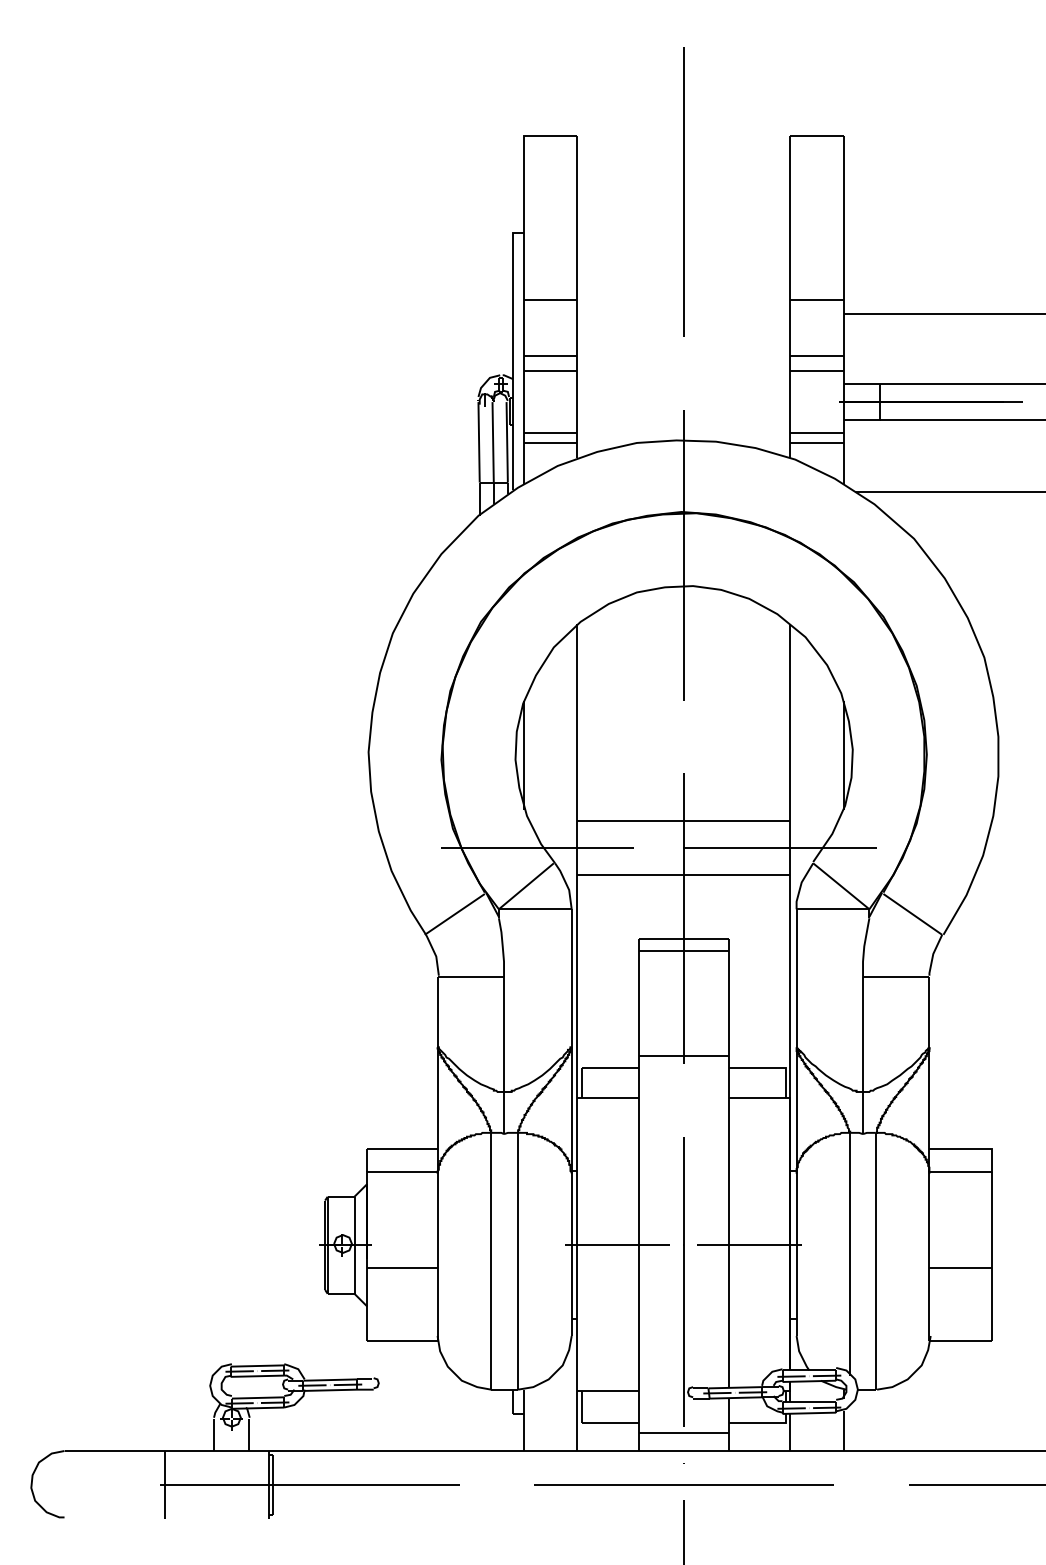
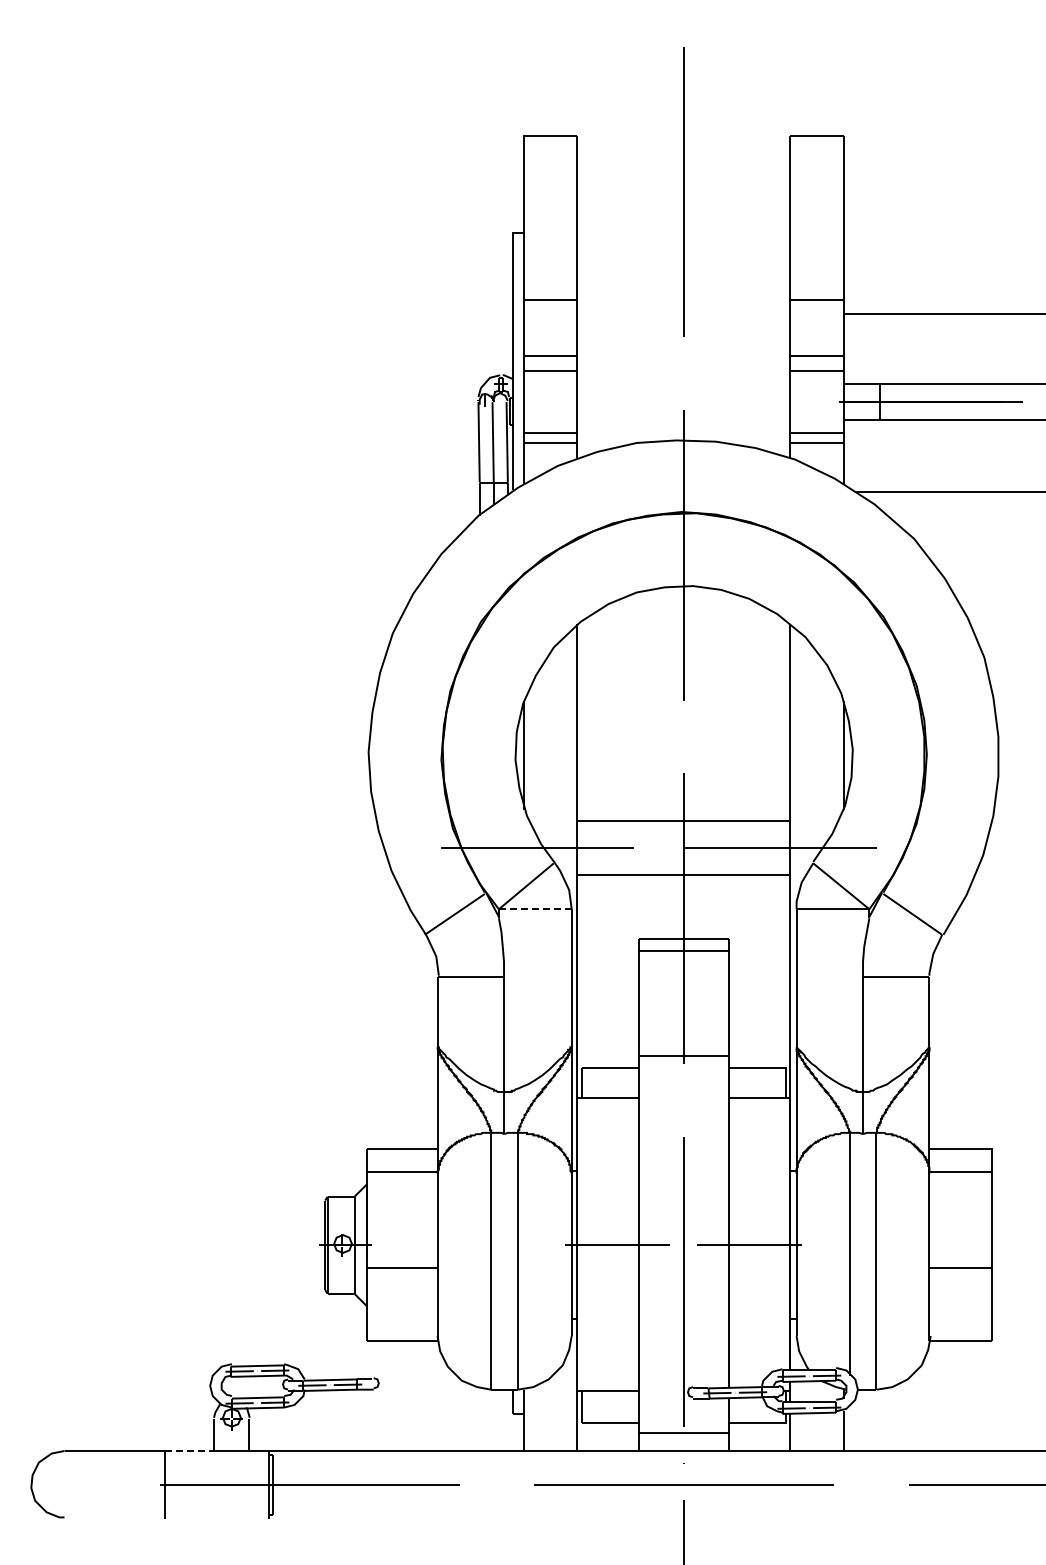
line at (534, 909): solid -> dashed
line at (190, 1450): solid -> dashed
